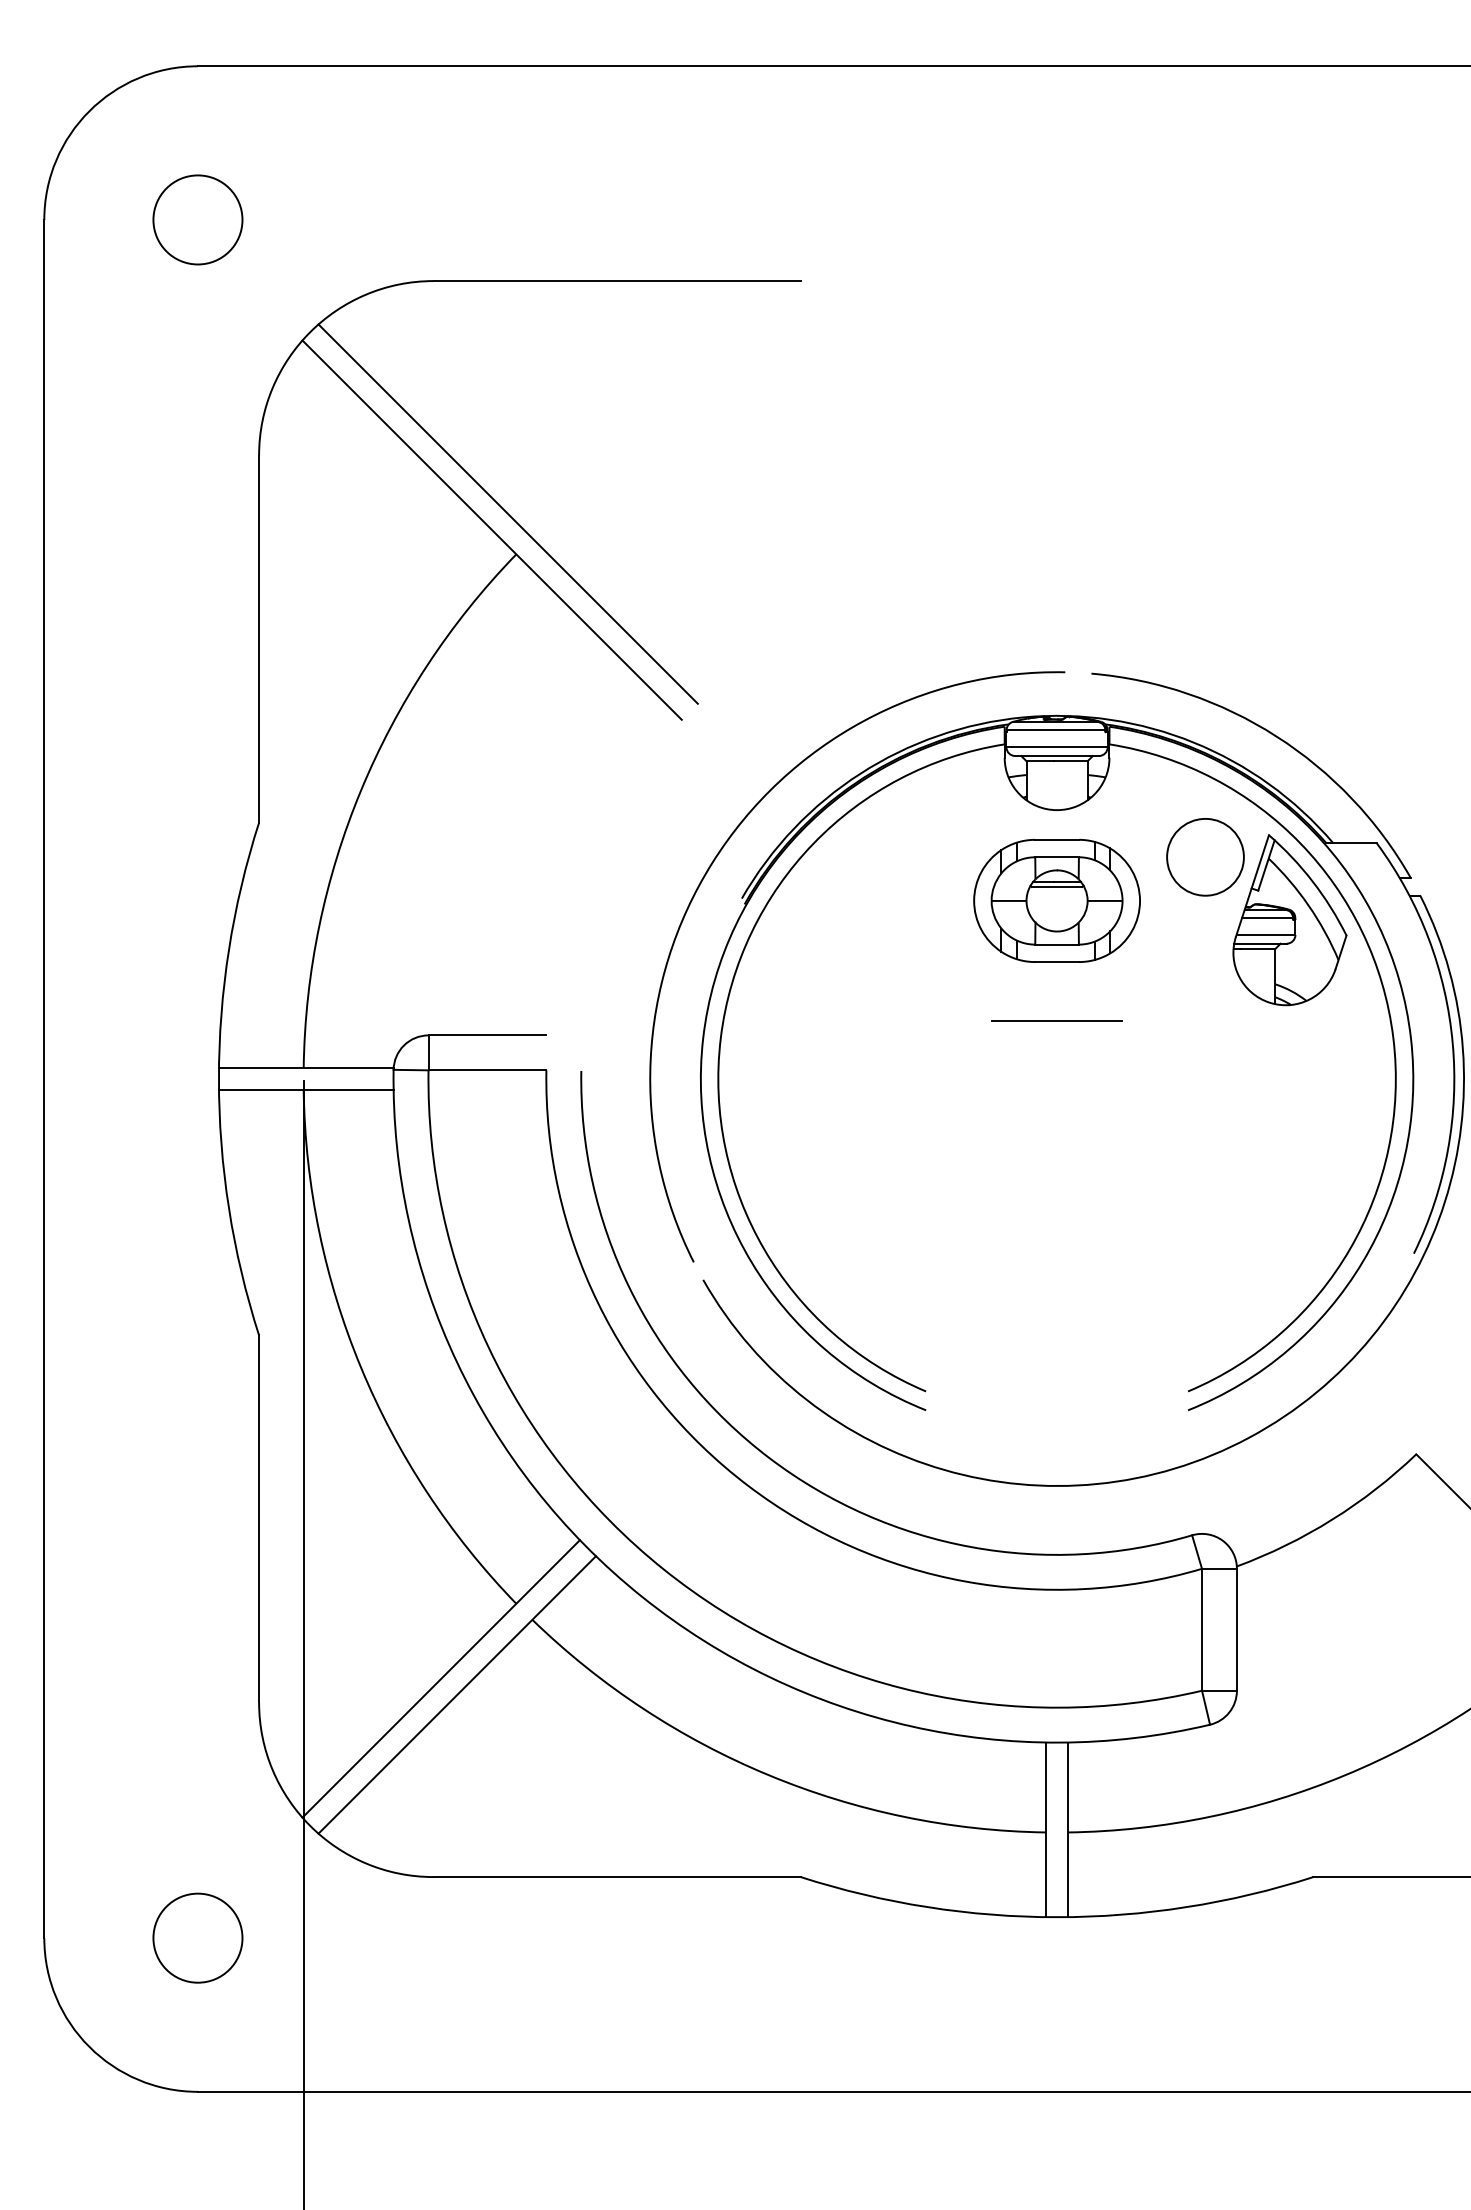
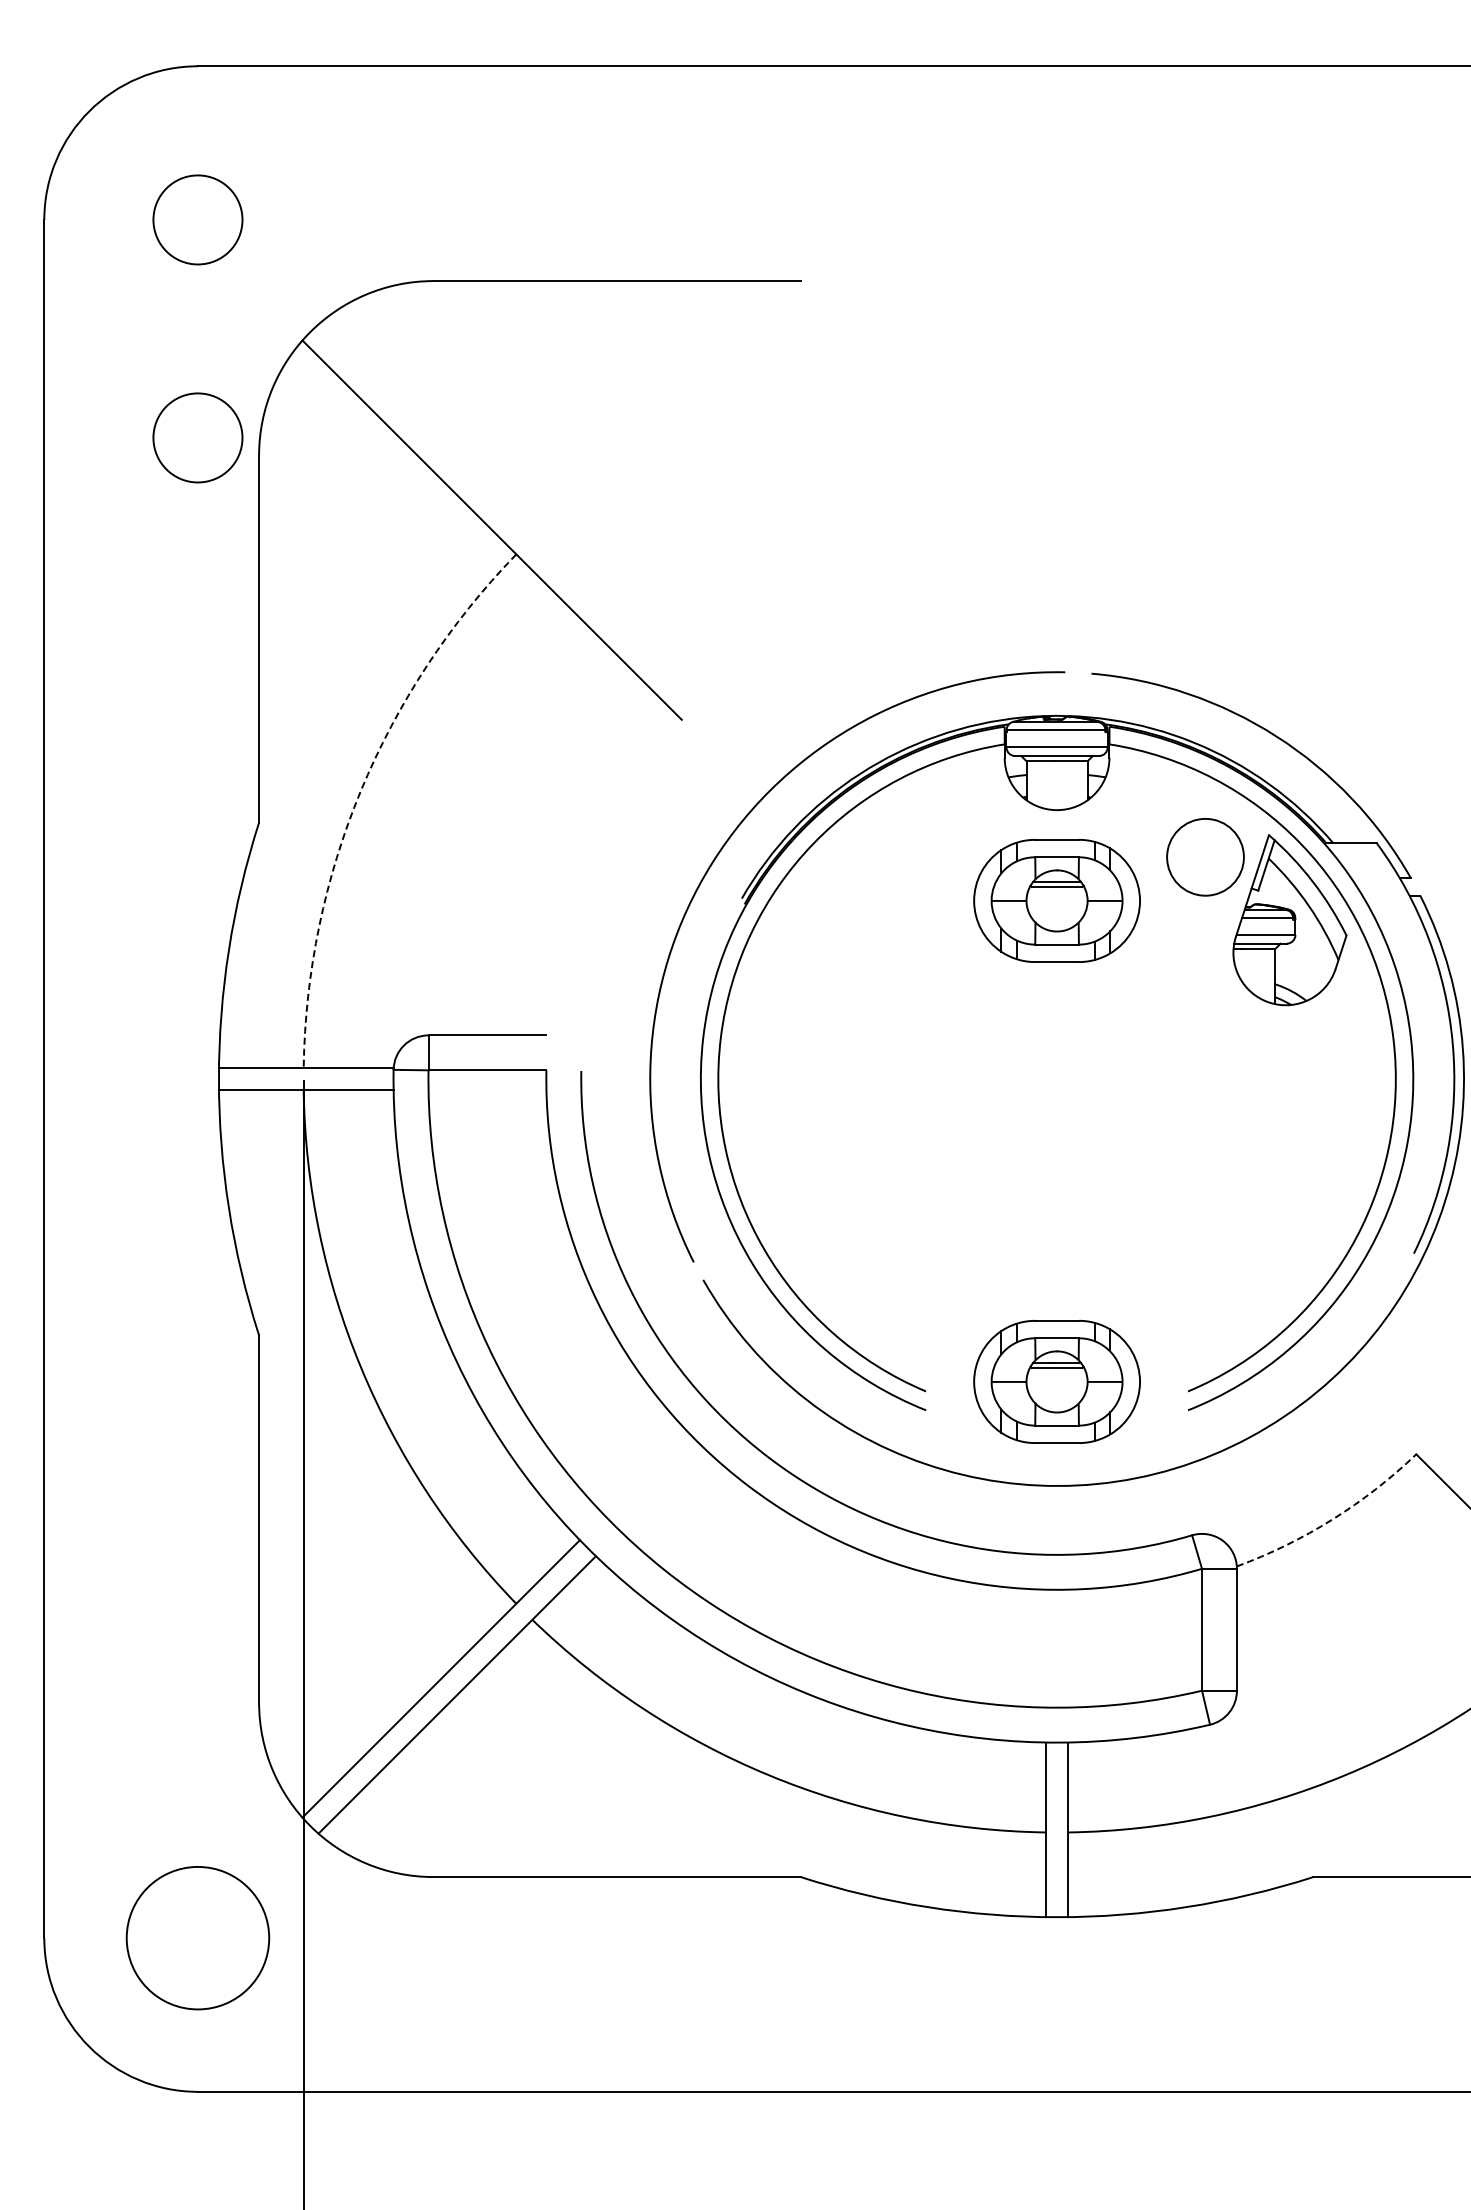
circle at (197, 437): none -> present
line at (507, 513): present -> none
arc at (360, 790): solid -> dashed
line at (1056, 1021): present -> none
part at (1056, 1381): none -> present
arc at (1332, 1519): solid -> dashed
circle at (197, 1937) diameter: 89 px -> 142 px
